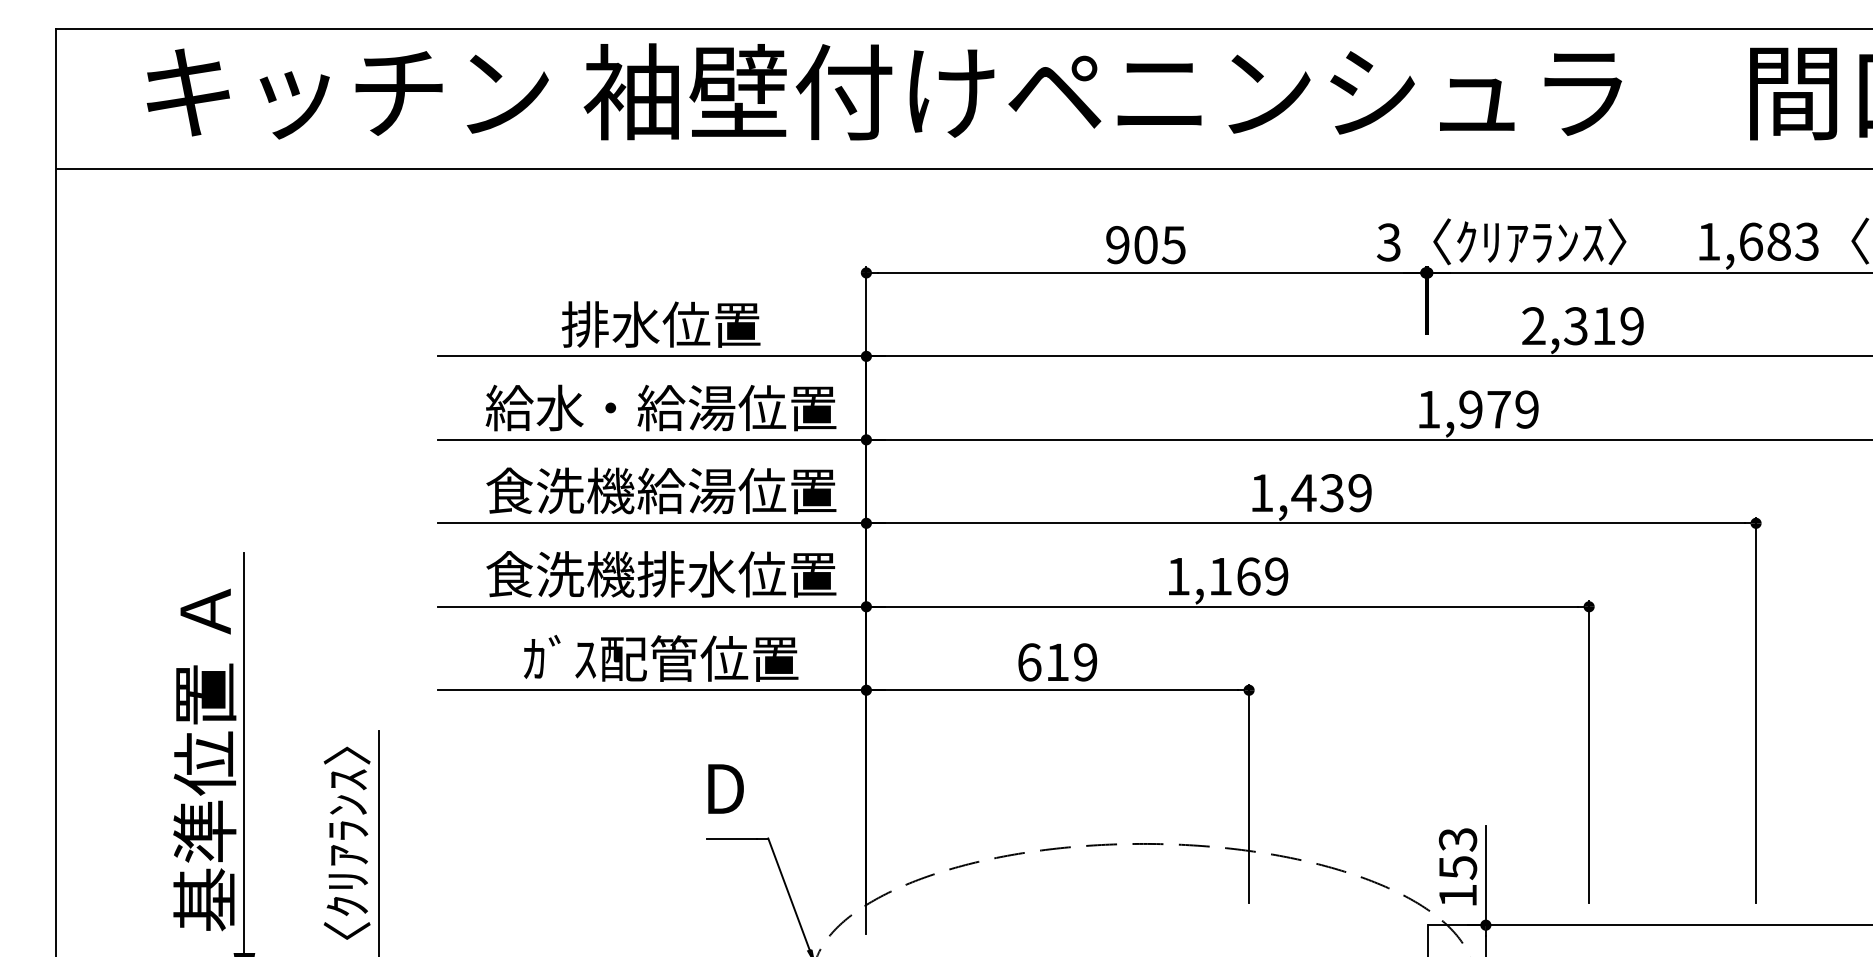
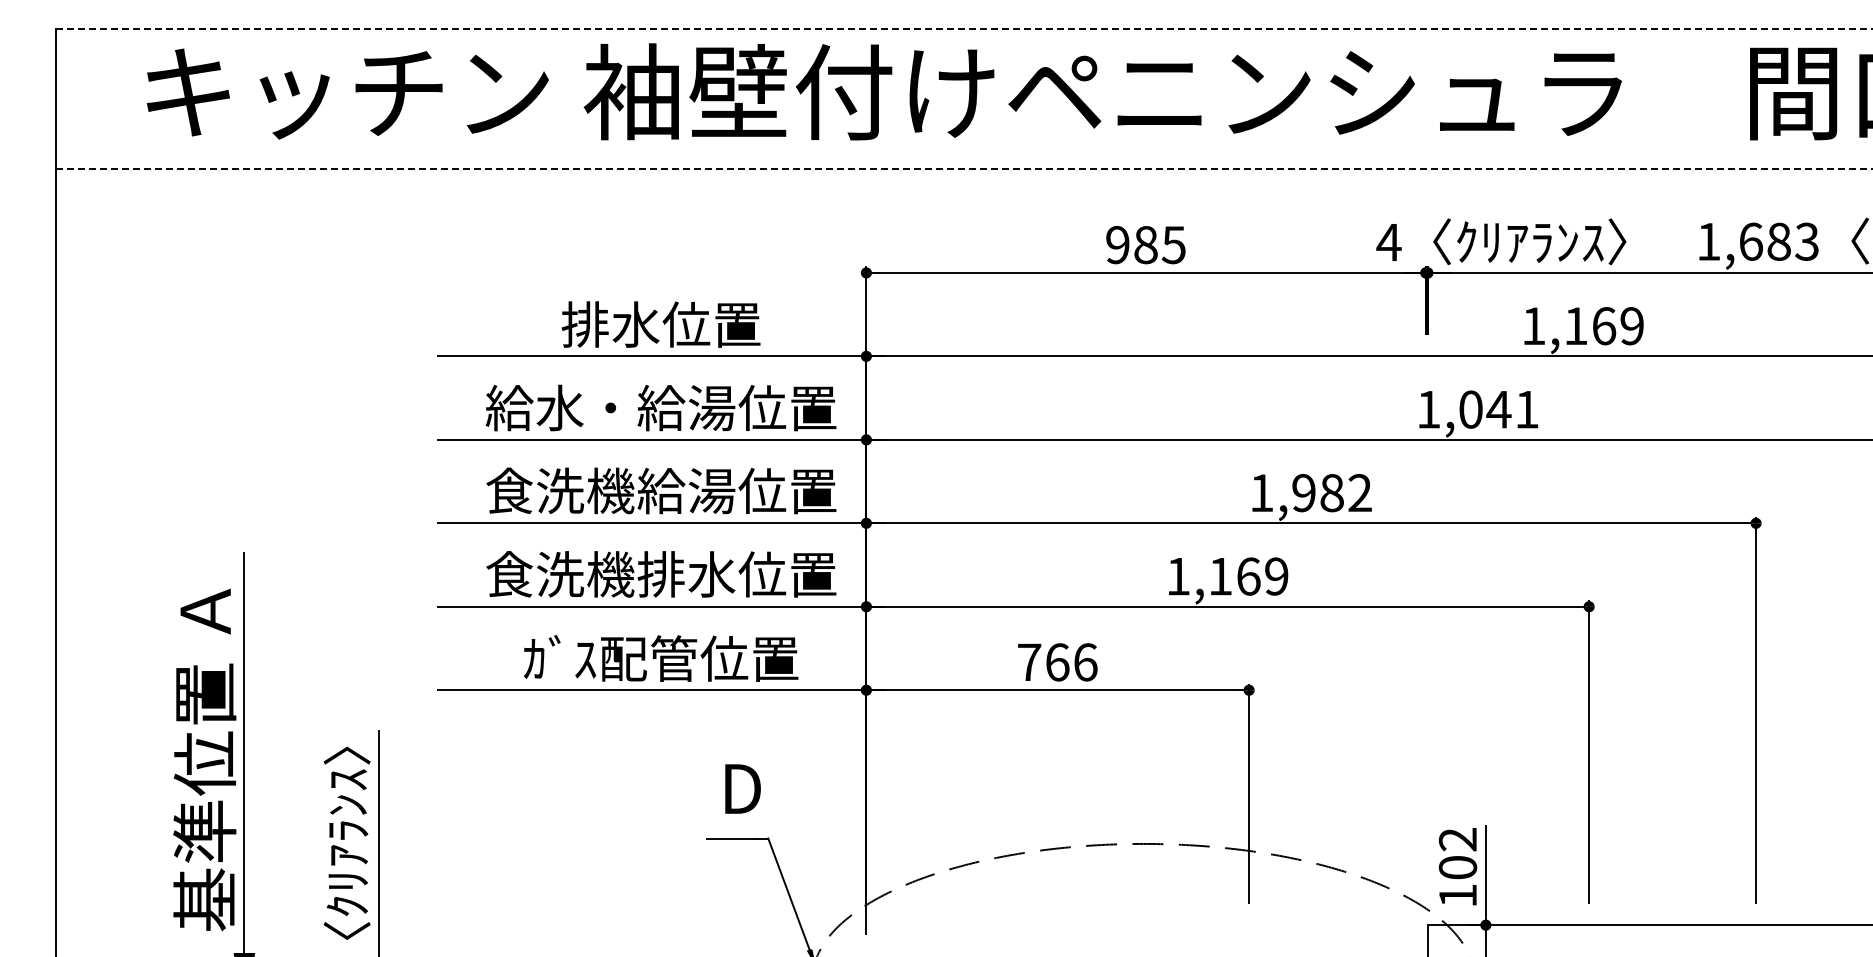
line at (965, 28): solid -> dashed
line at (965, 168): solid -> dashed
text at (1388, 242): 3 -> 4
text at (1145, 244): 905 -> 985
text at (1569, 326): 2,319 -> 1,169
text at (1498, 409): 1,979 -> 1,041
text at (1331, 493): 1,439 -> 1,982
text at (1057, 662): 619 -> 766
text at (725, 788) position: (725, 788) -> (742, 788)
text at (1457, 854): 153 -> 102
